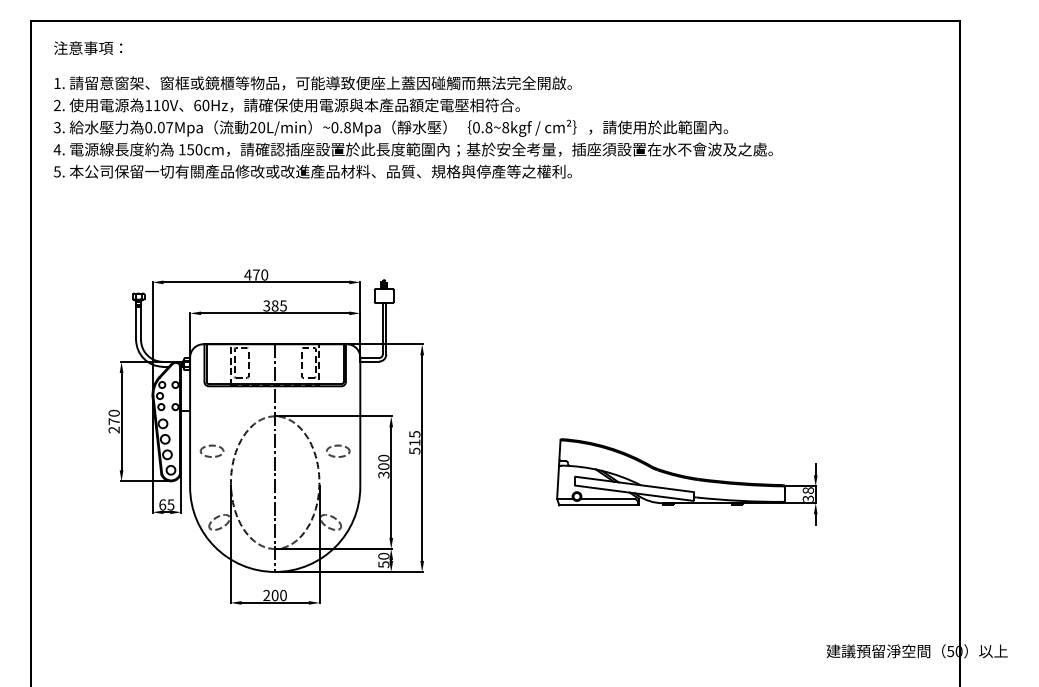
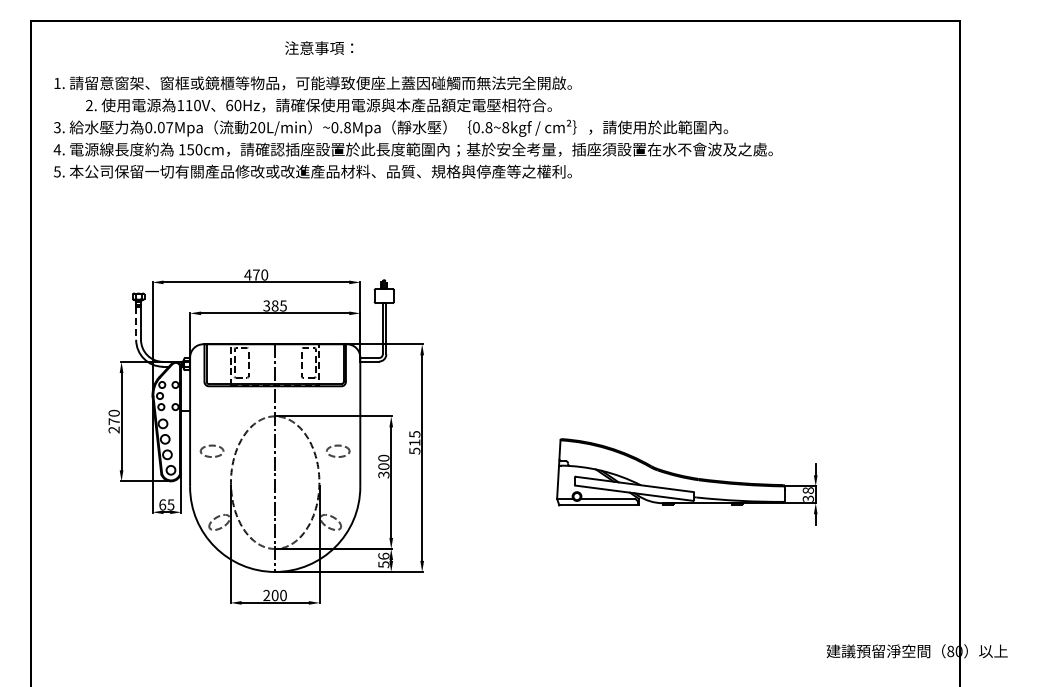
text at (88, 48) position: (88, 48) -> (319, 48)
text at (286, 105) position: (286, 105) -> (318, 105)
line at (136, 324): solid -> dashed
text at (383, 555): 50 -> 56
text at (950, 650): 50 -> 80
